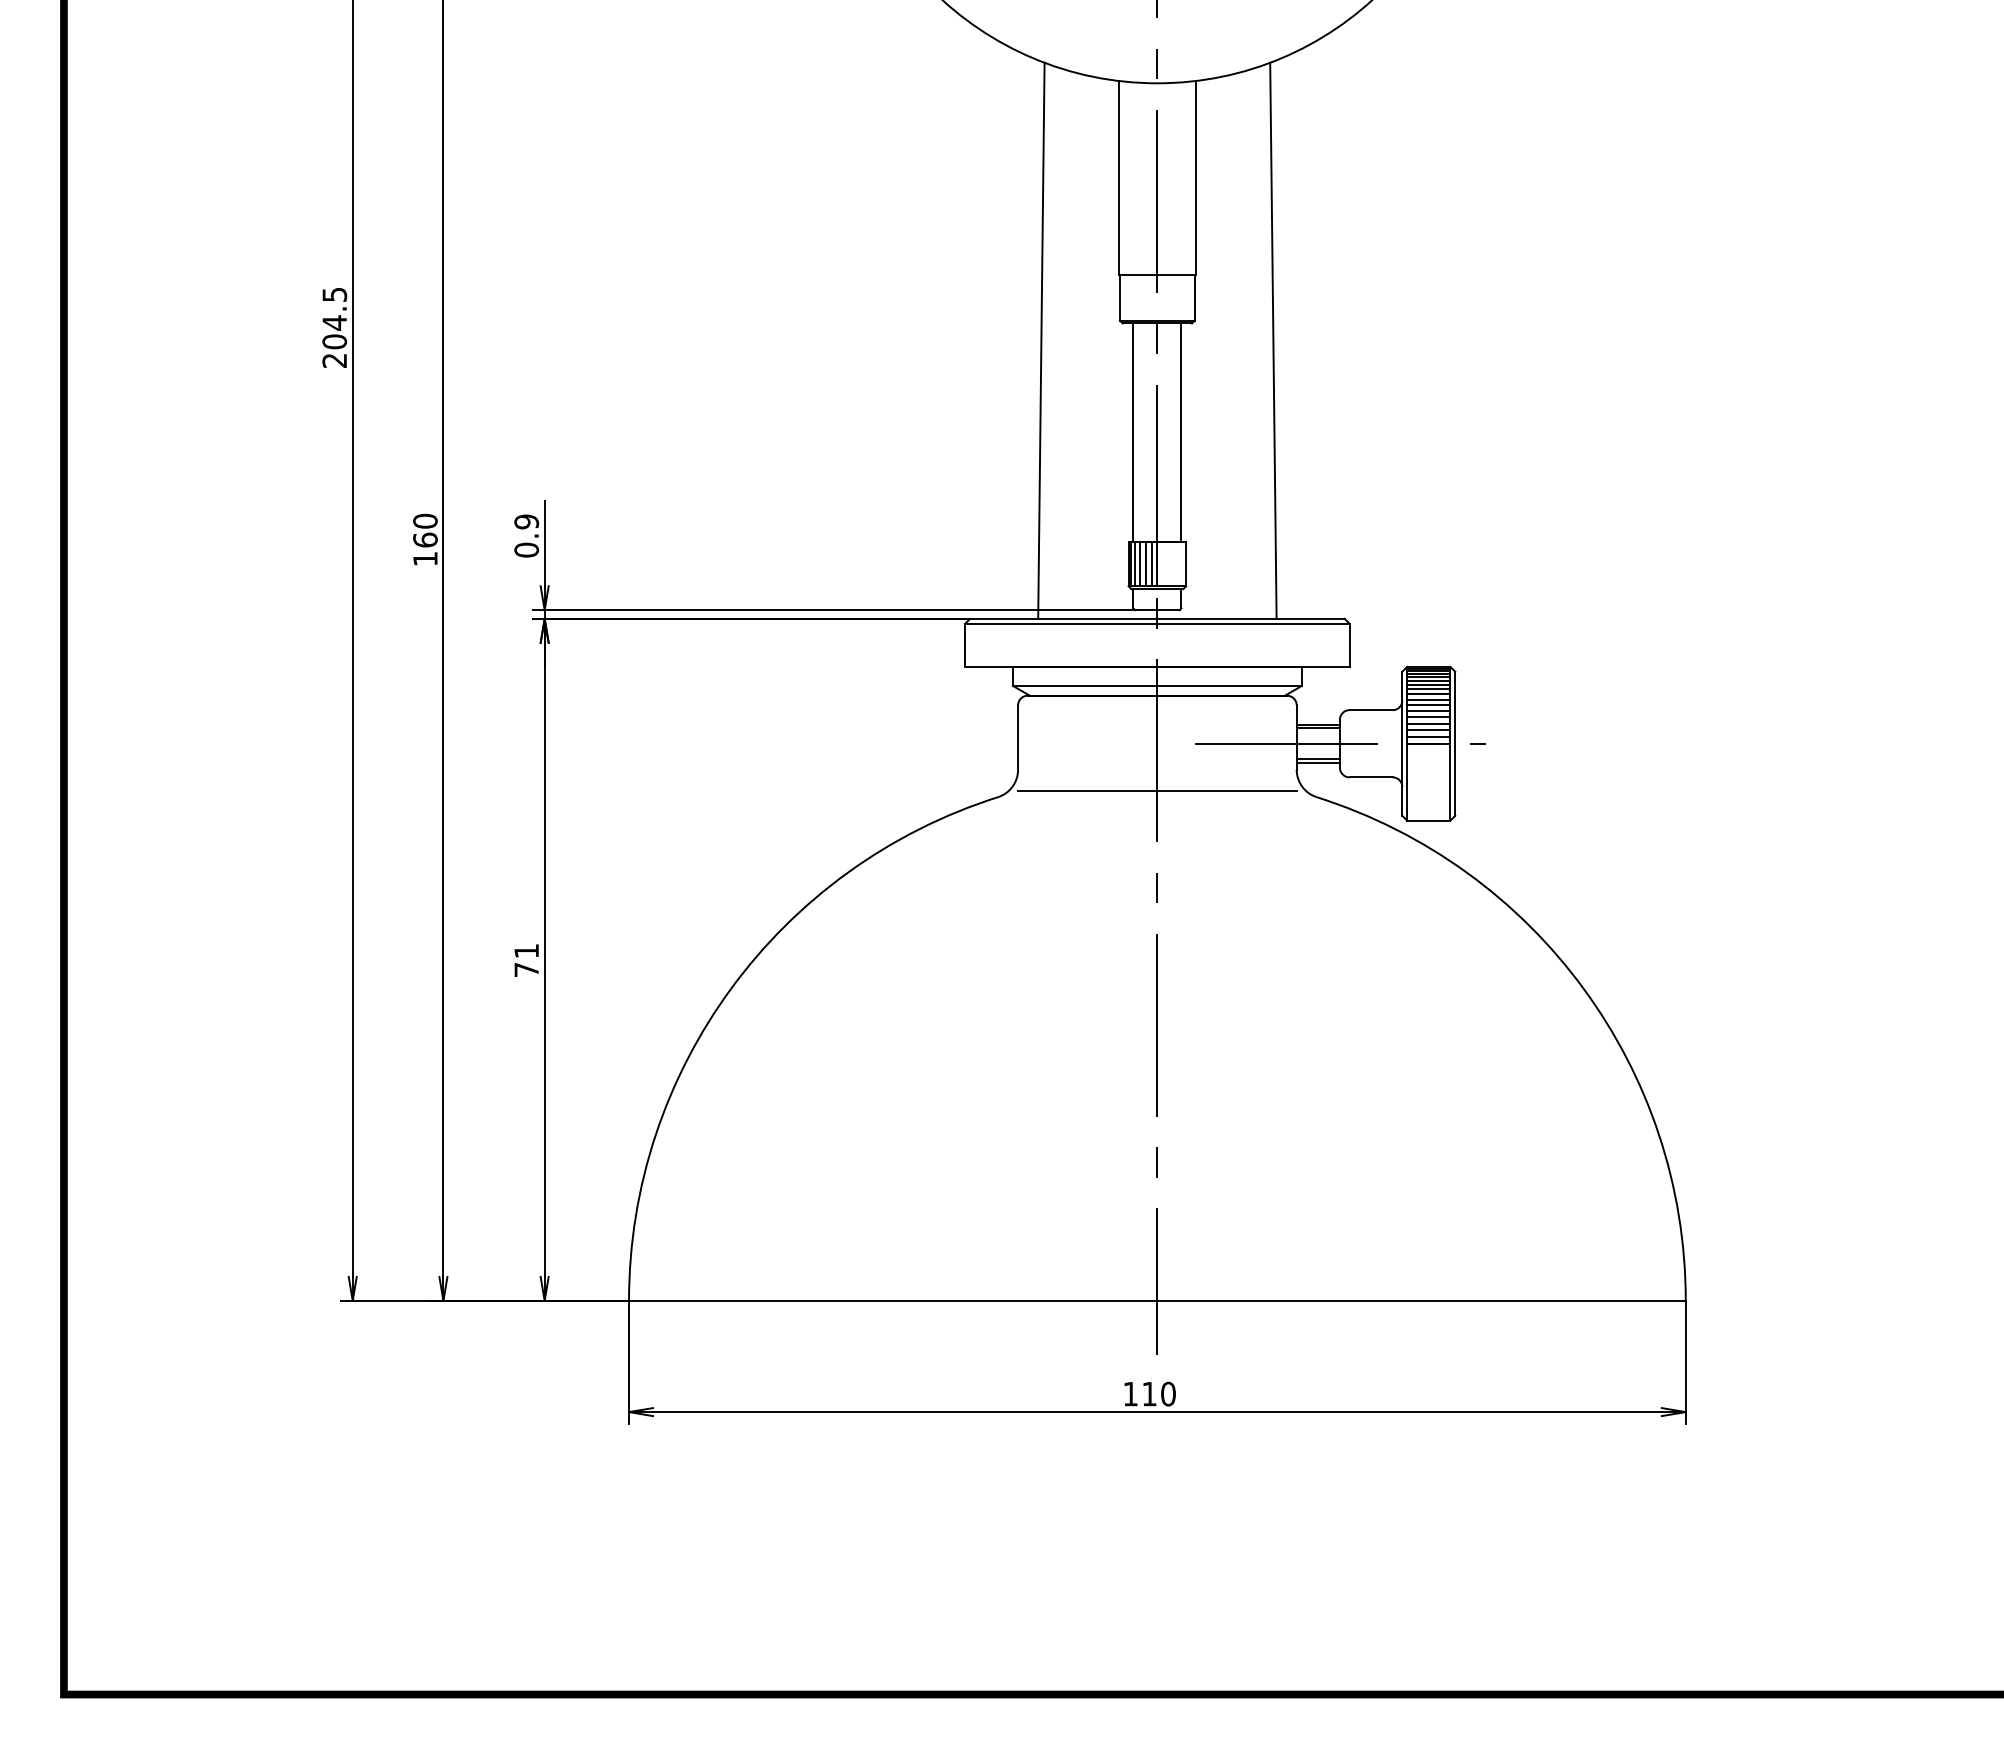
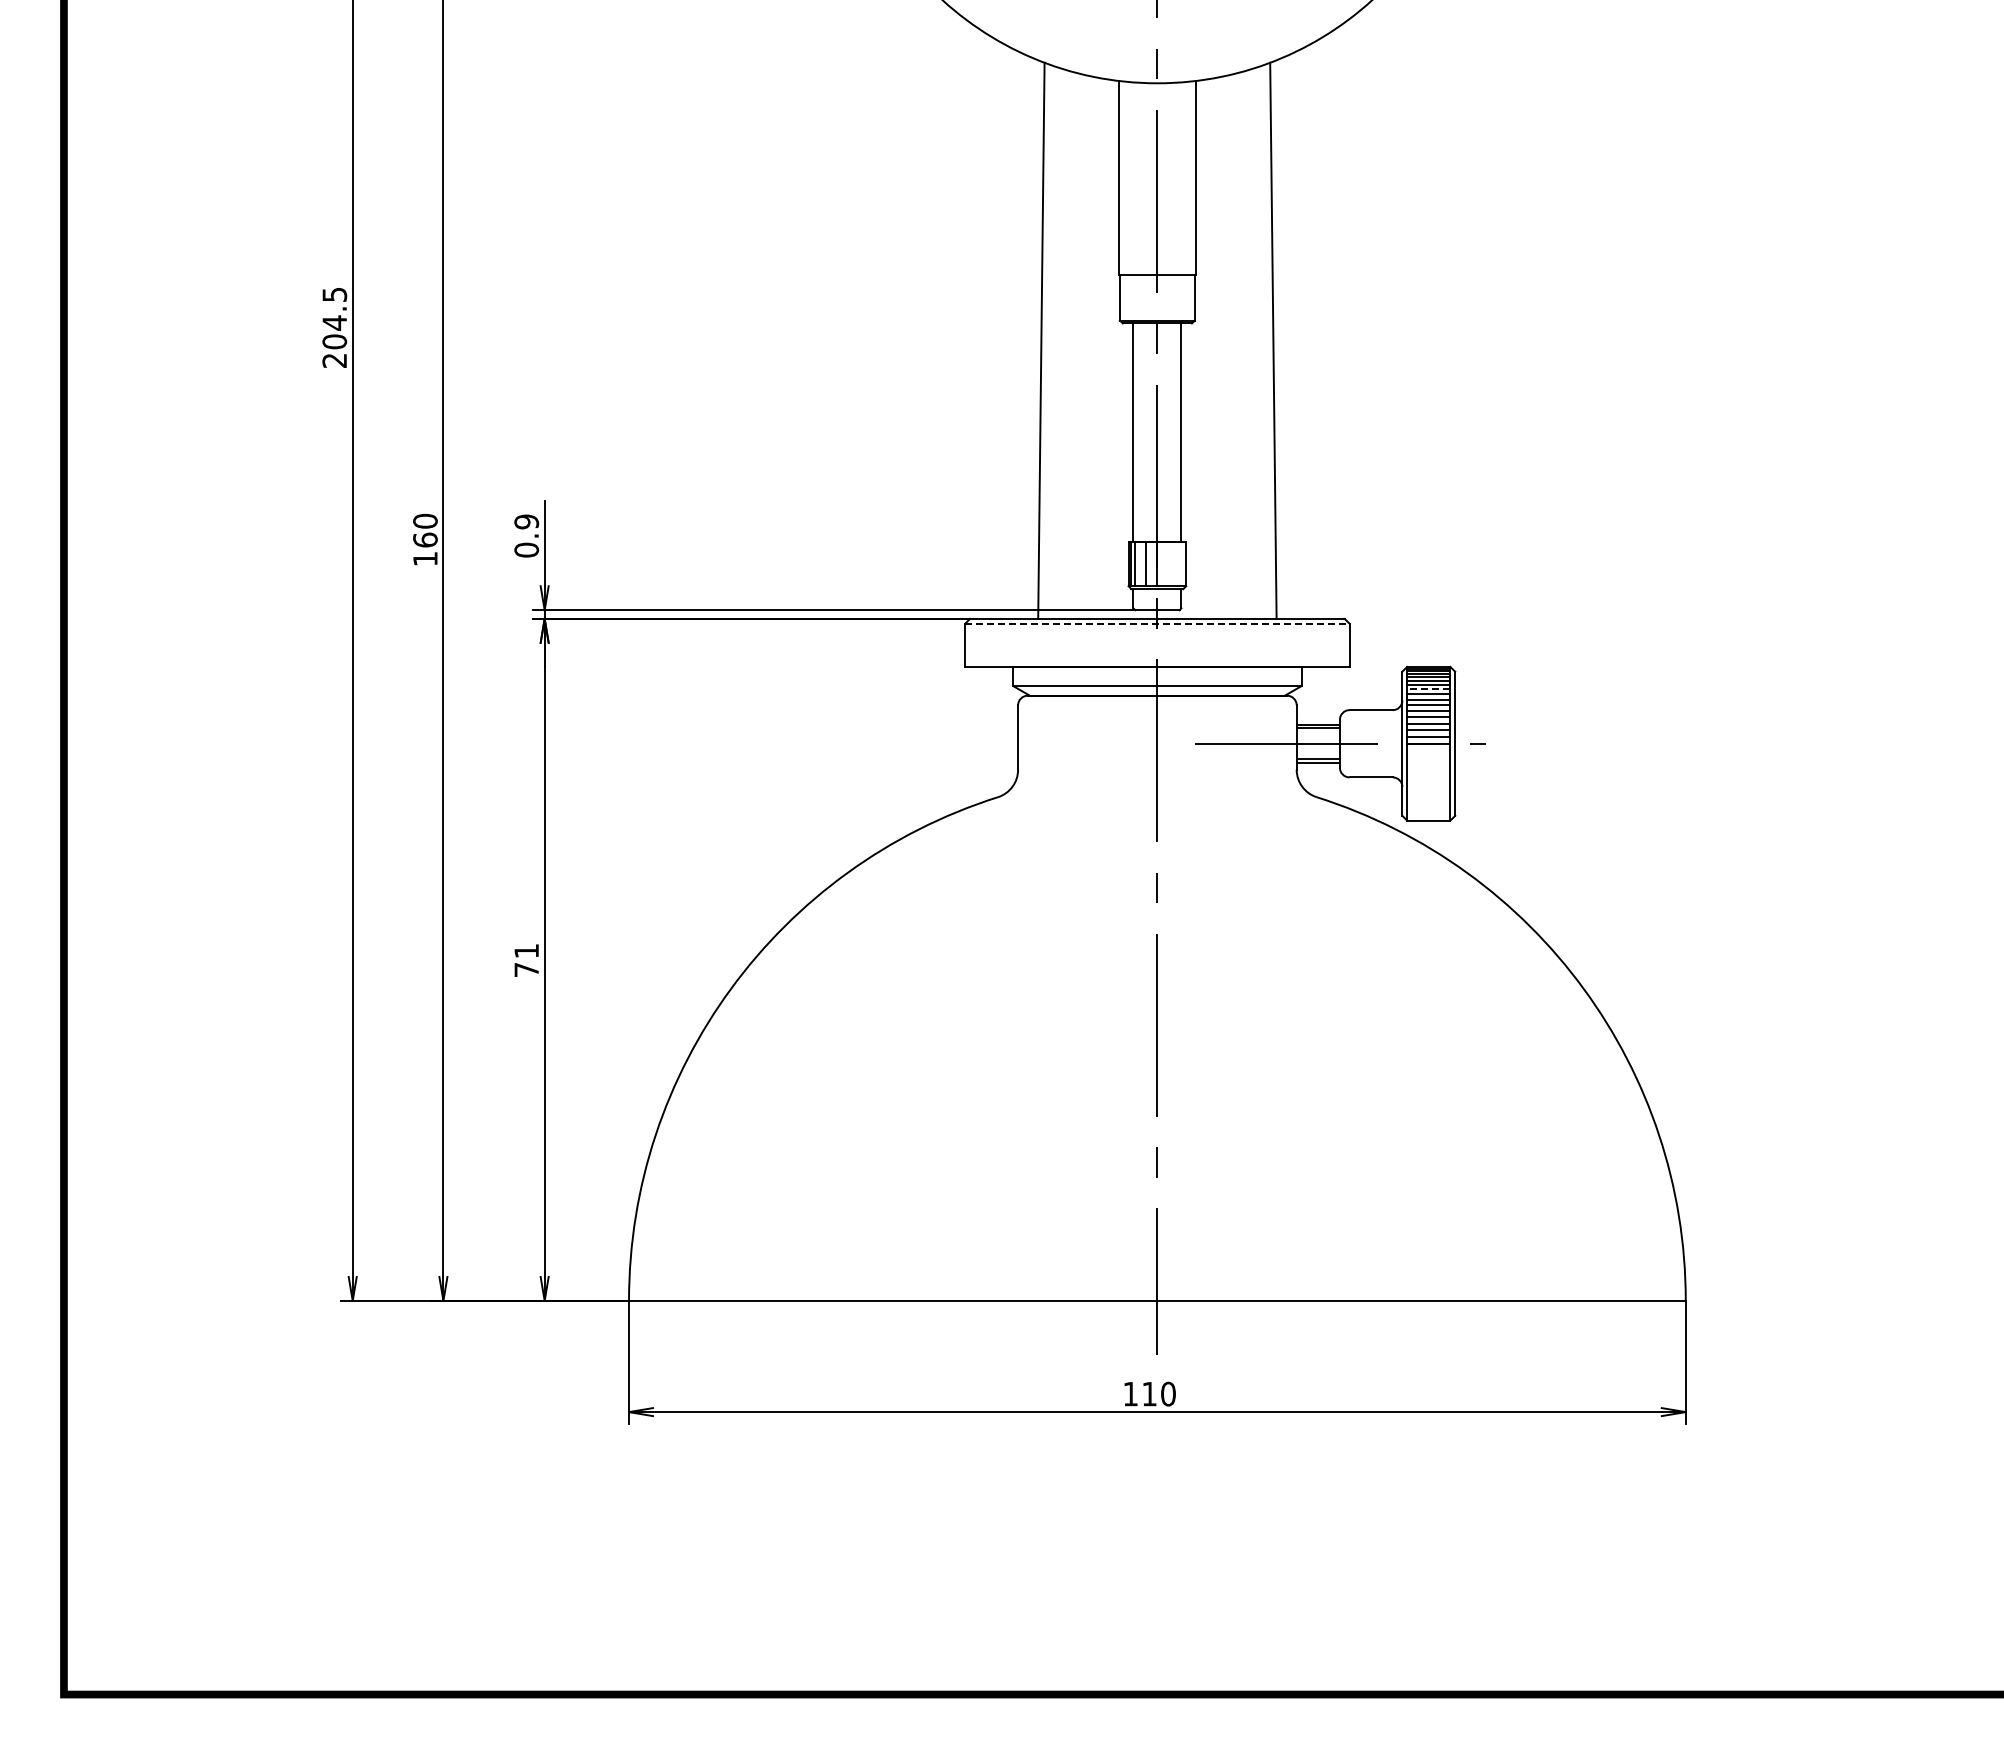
line at (1140, 564): present -> none
line at (1151, 564): present -> none
line at (1157, 623): solid -> dashed
line at (1428, 689): solid -> dashed
line at (1157, 791): present -> none
